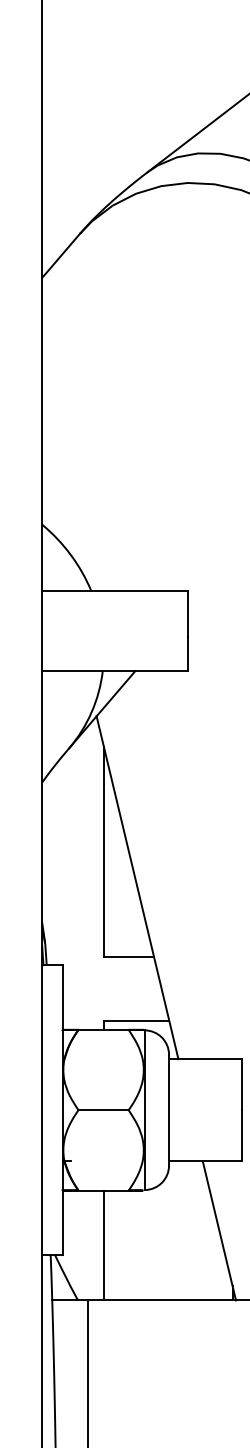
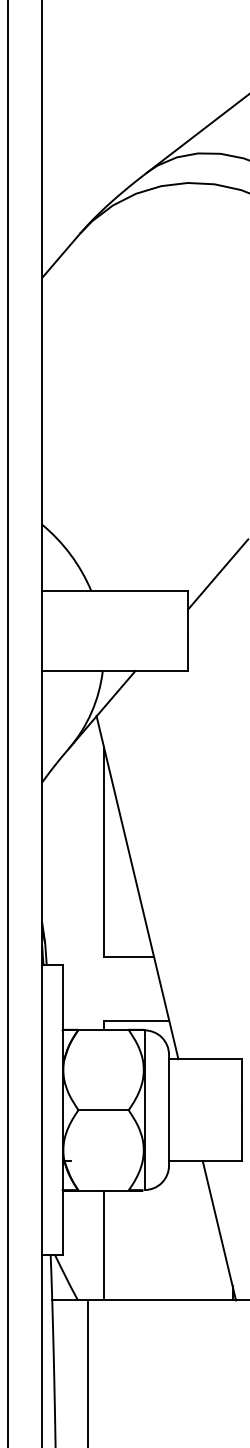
line at (217, 574): none -> present
line at (7, 723): none -> present
